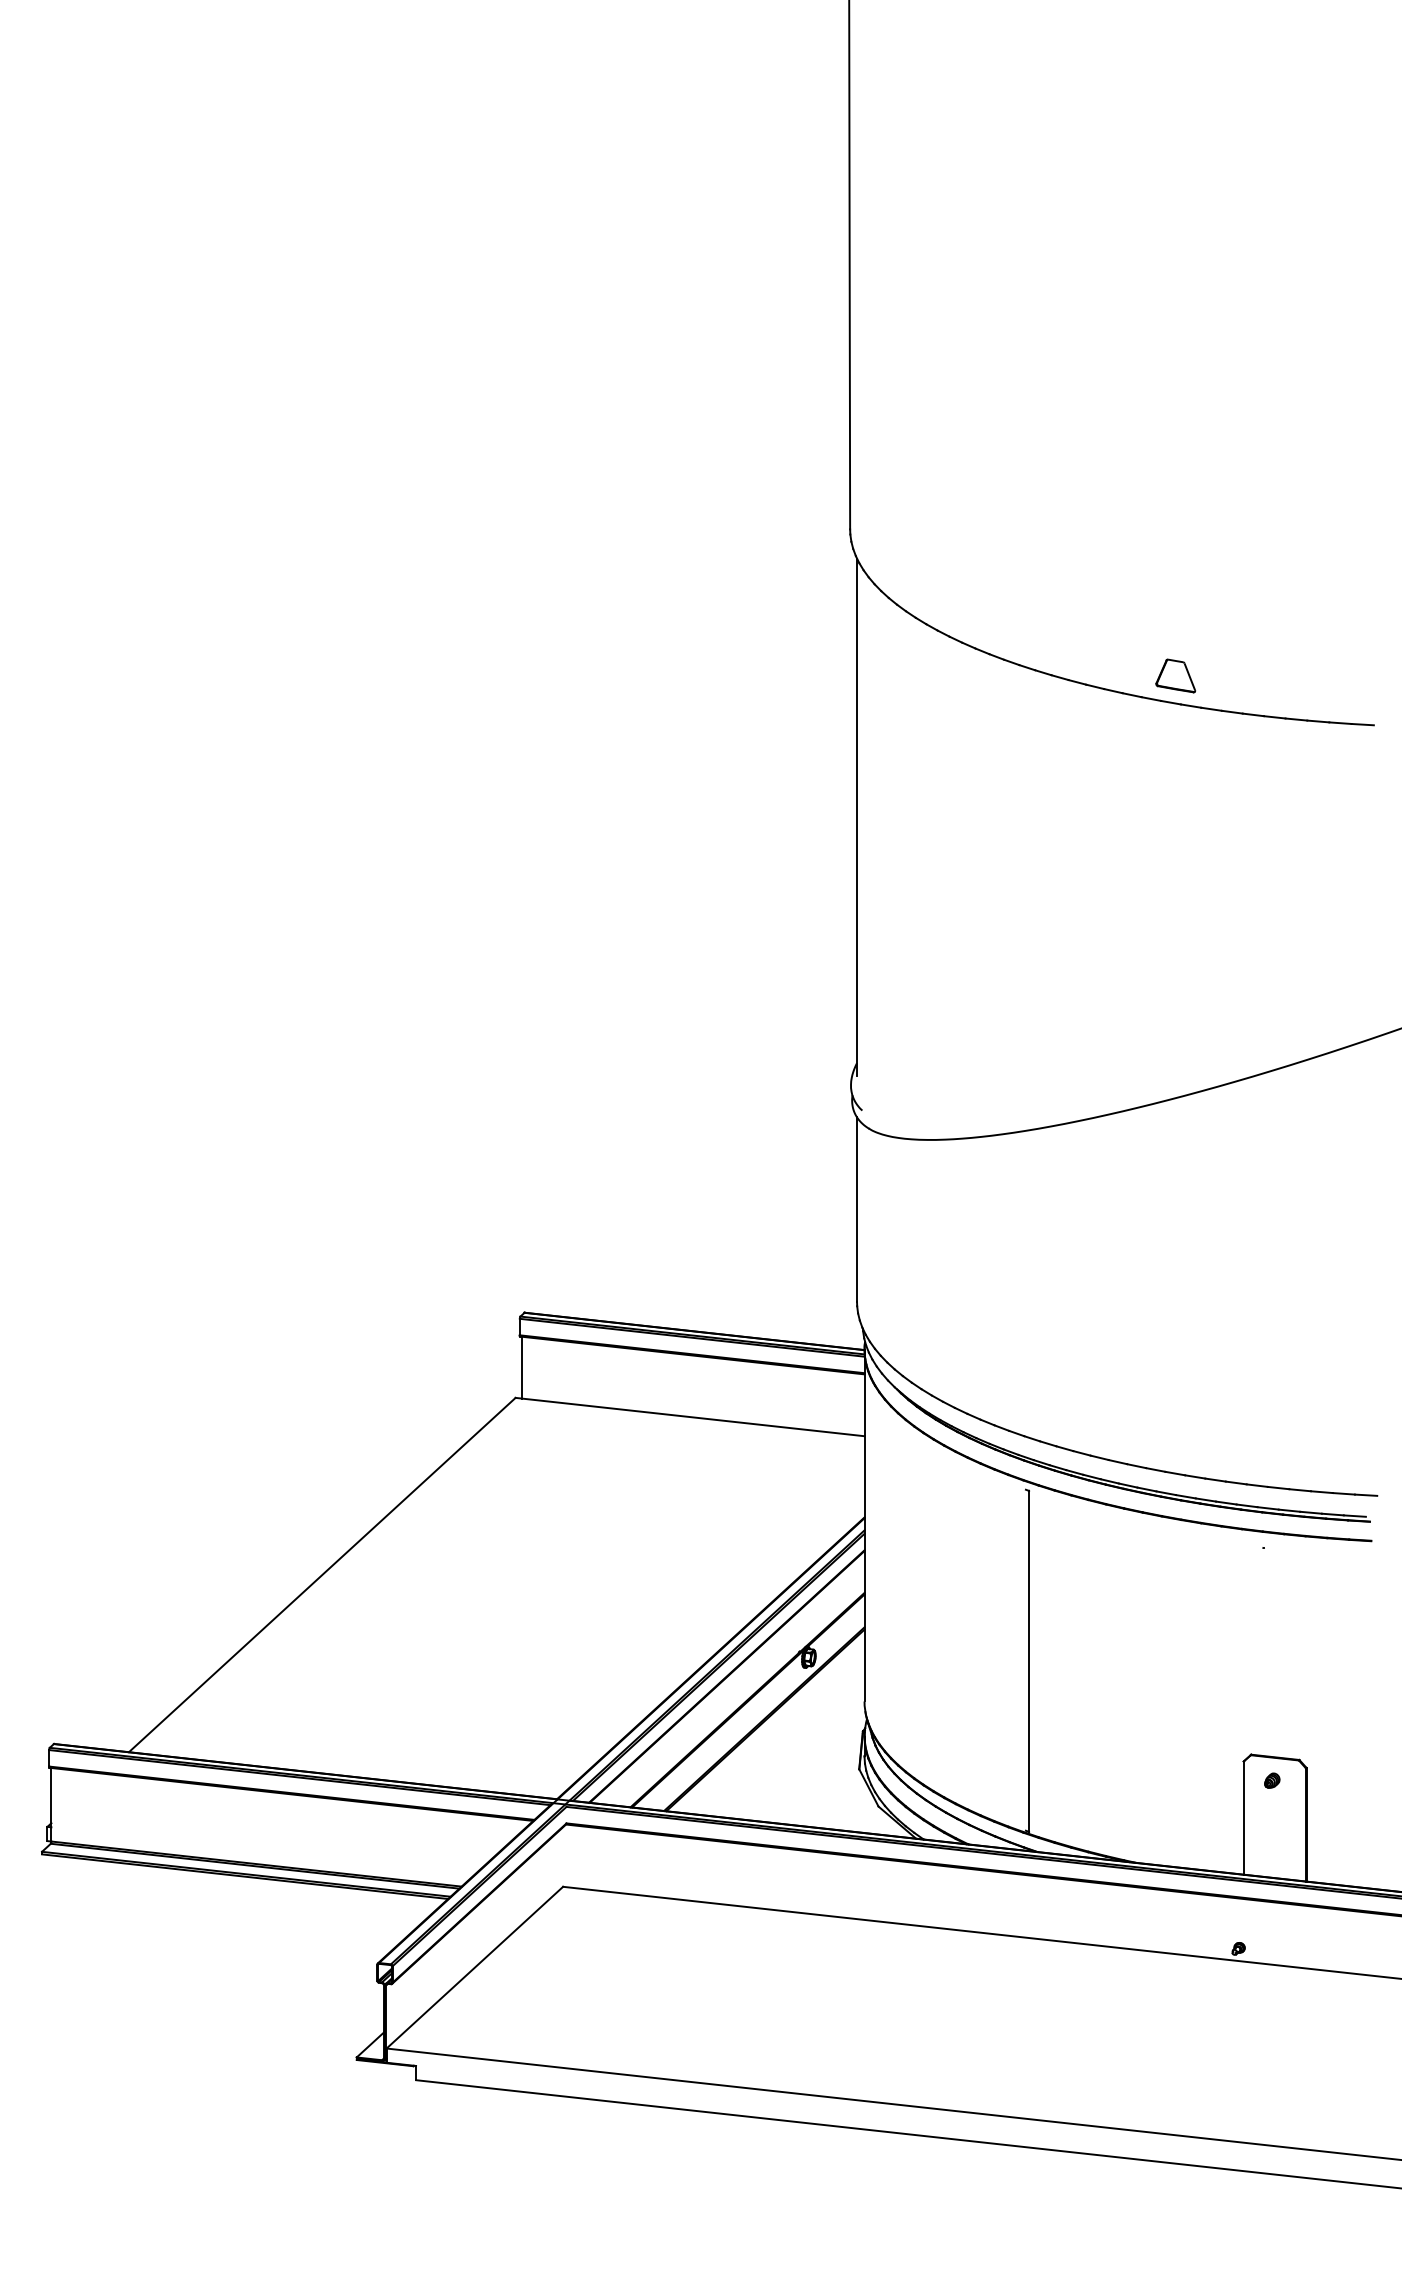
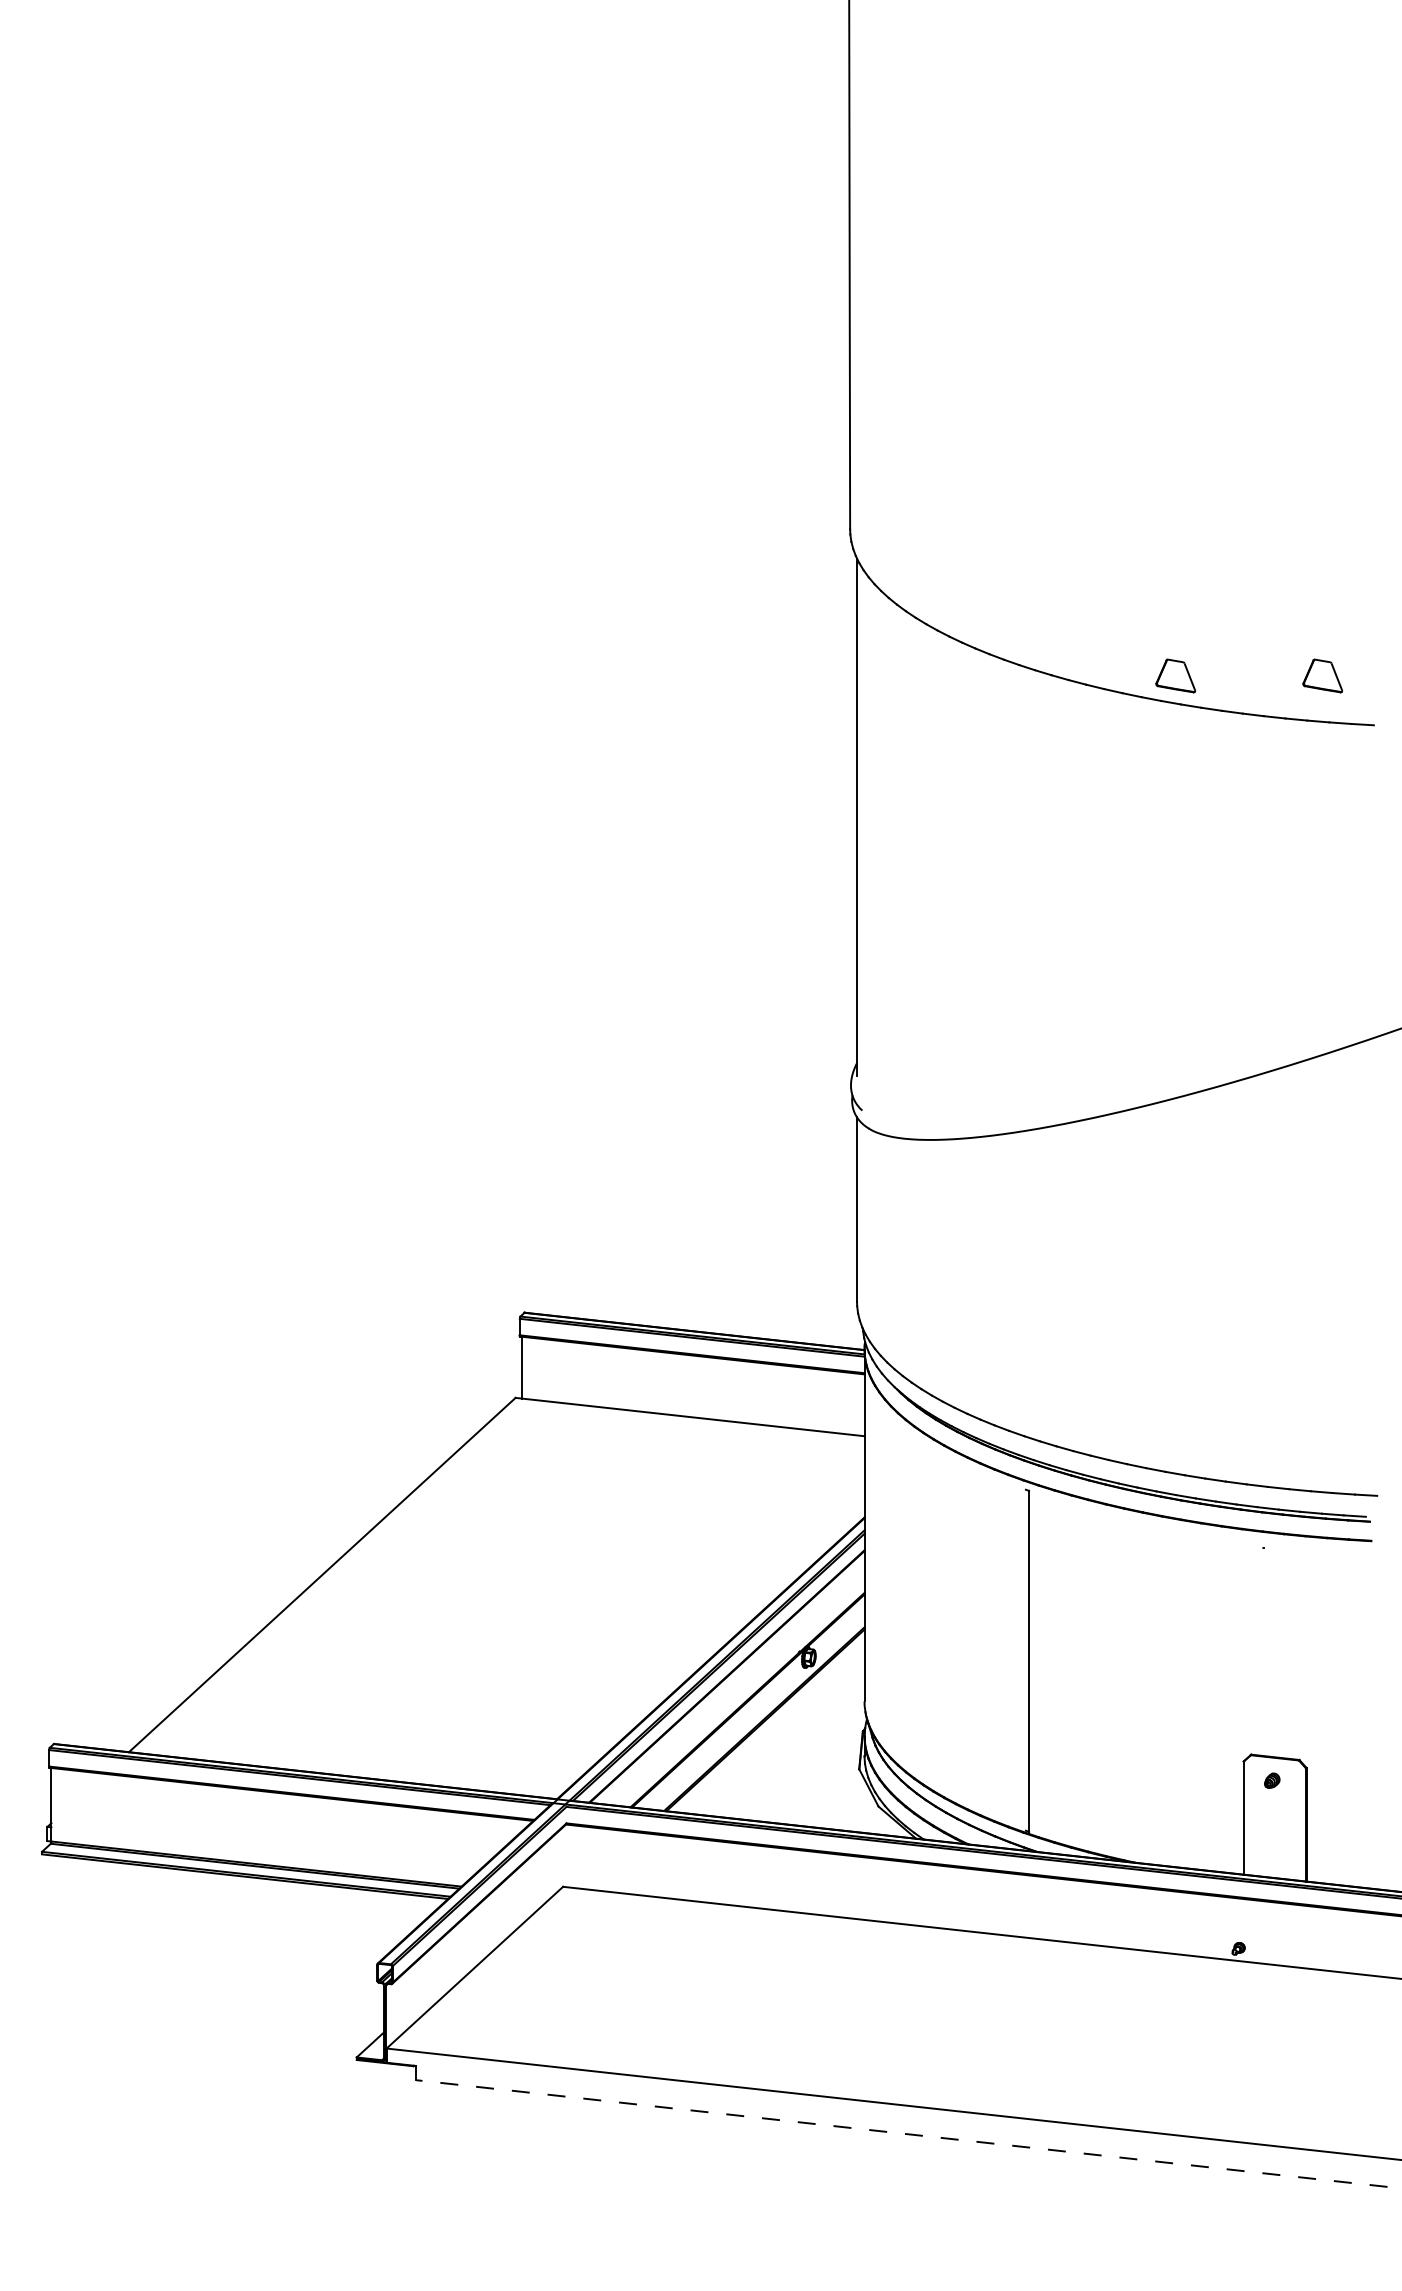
part at (1322, 675): none -> present
line at (908, 2134): solid -> dashed
